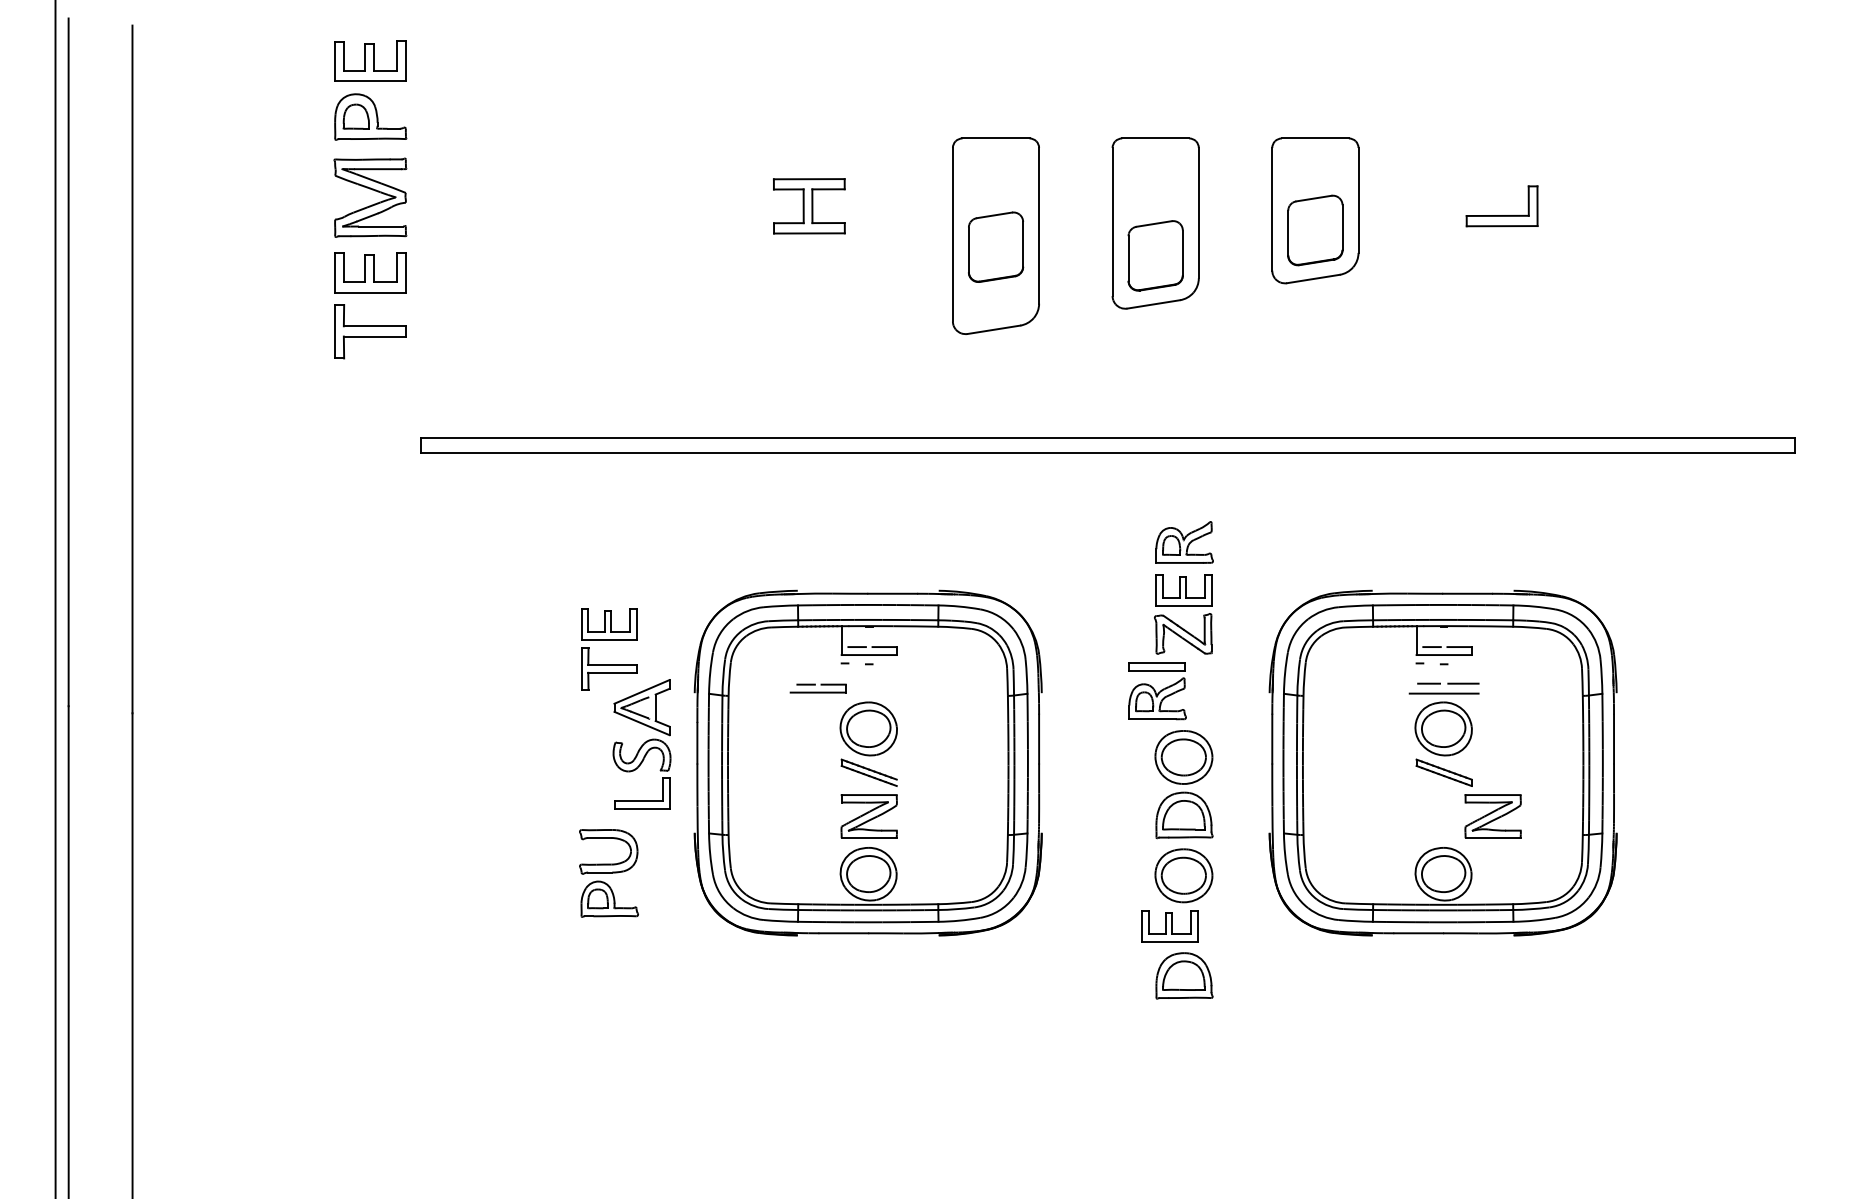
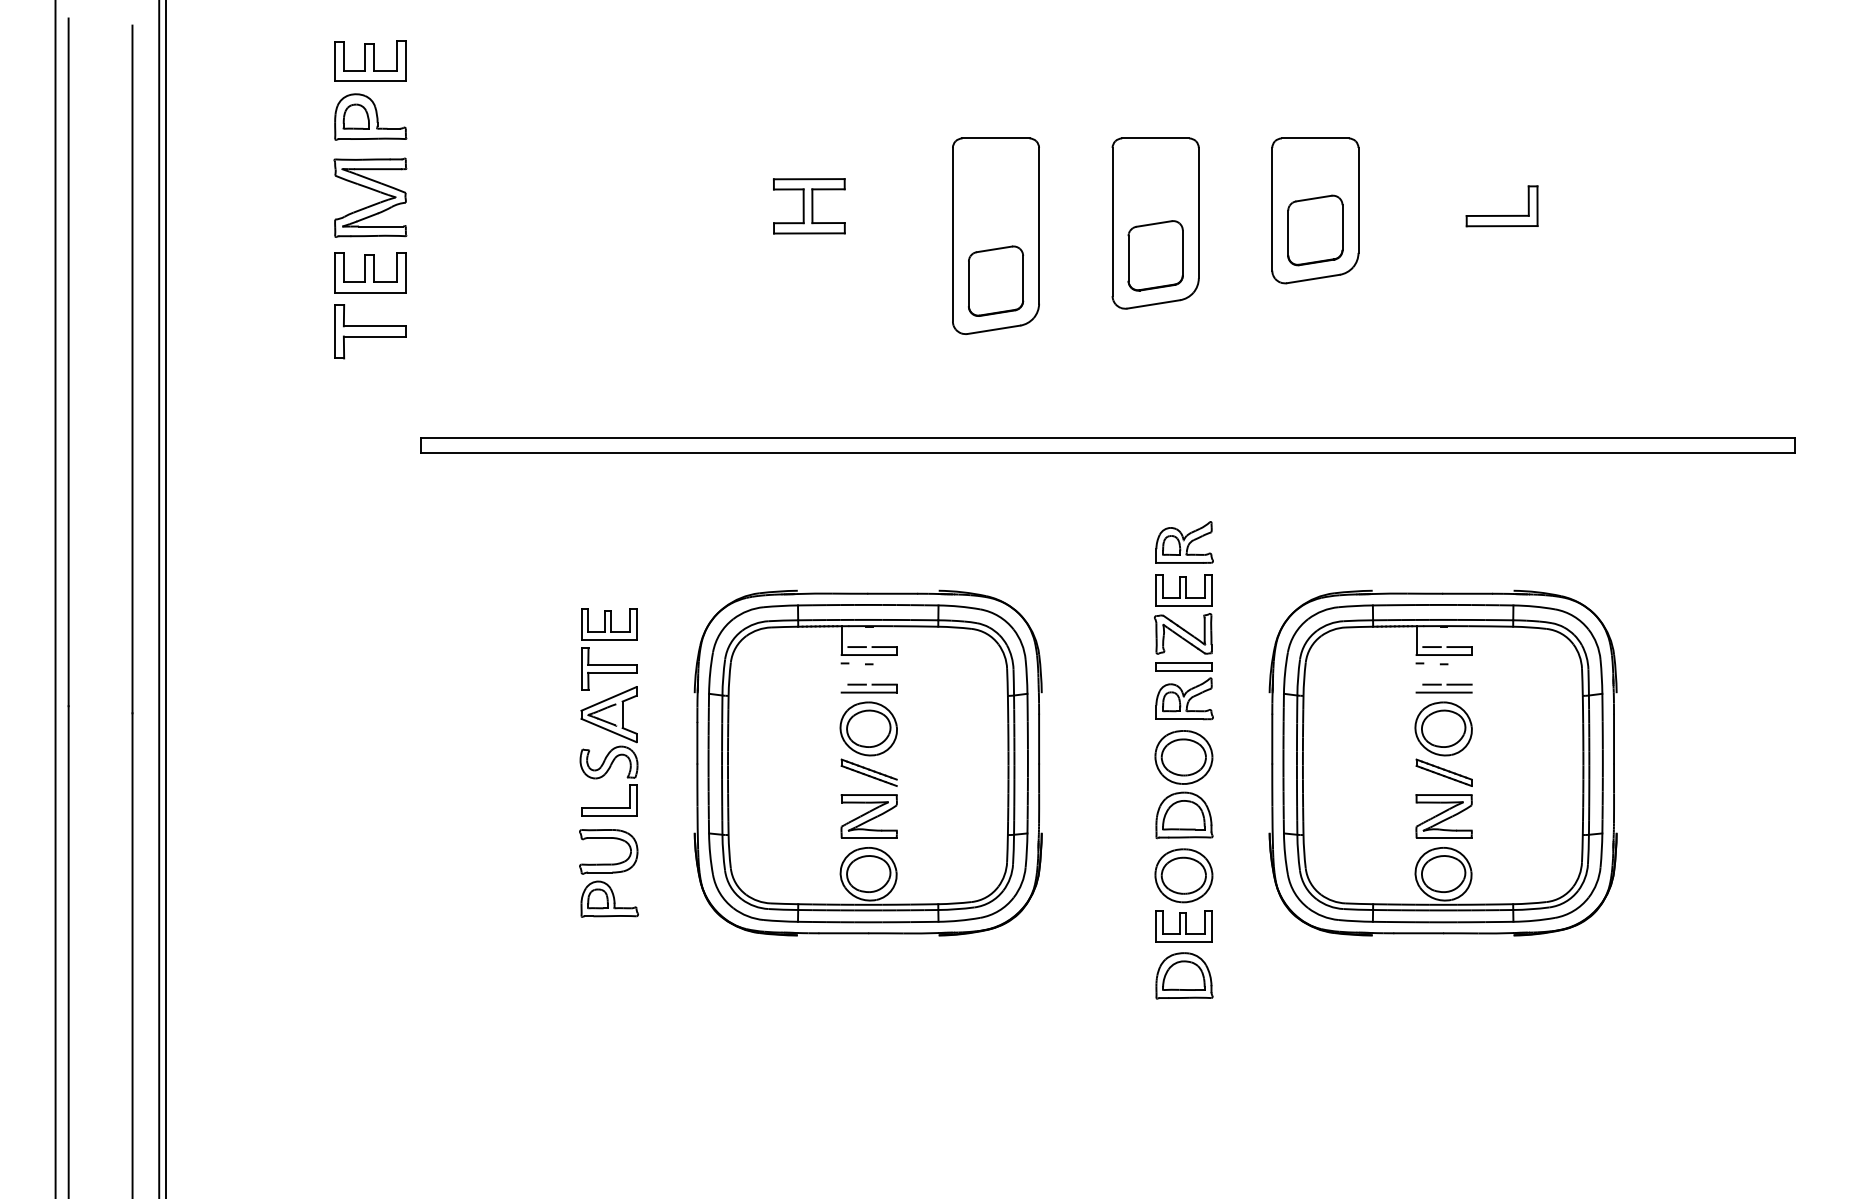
part at (996, 246) position: (996, 246) -> (996, 280)
line at (159, 598): none -> present
line at (165, 598): none -> present
part at (817, 688) position: (817, 688) -> (868, 688)
part at (1443, 688) size: 72x13 px -> 58x11 px
part at (1157, 691) position: (1157, 691) -> (1184, 691)
part at (641, 744) position: (641, 744) -> (608, 751)
part at (1492, 816) position: (1492, 816) -> (1443, 816)
part at (1169, 926) position: (1169, 926) -> (1183, 926)
